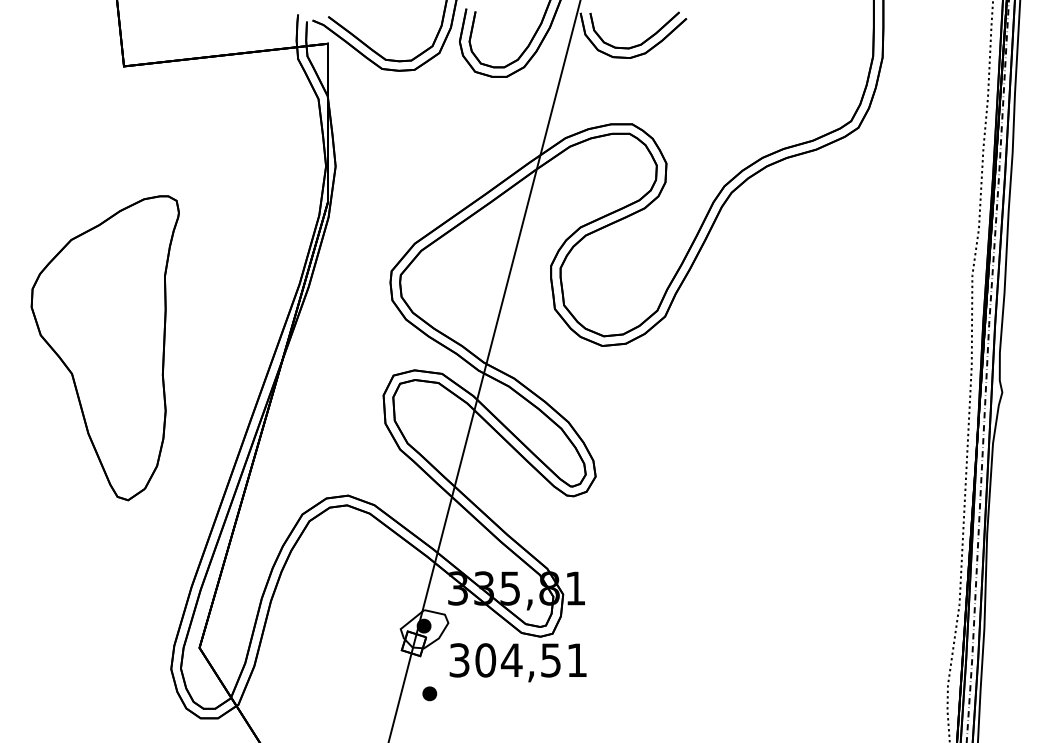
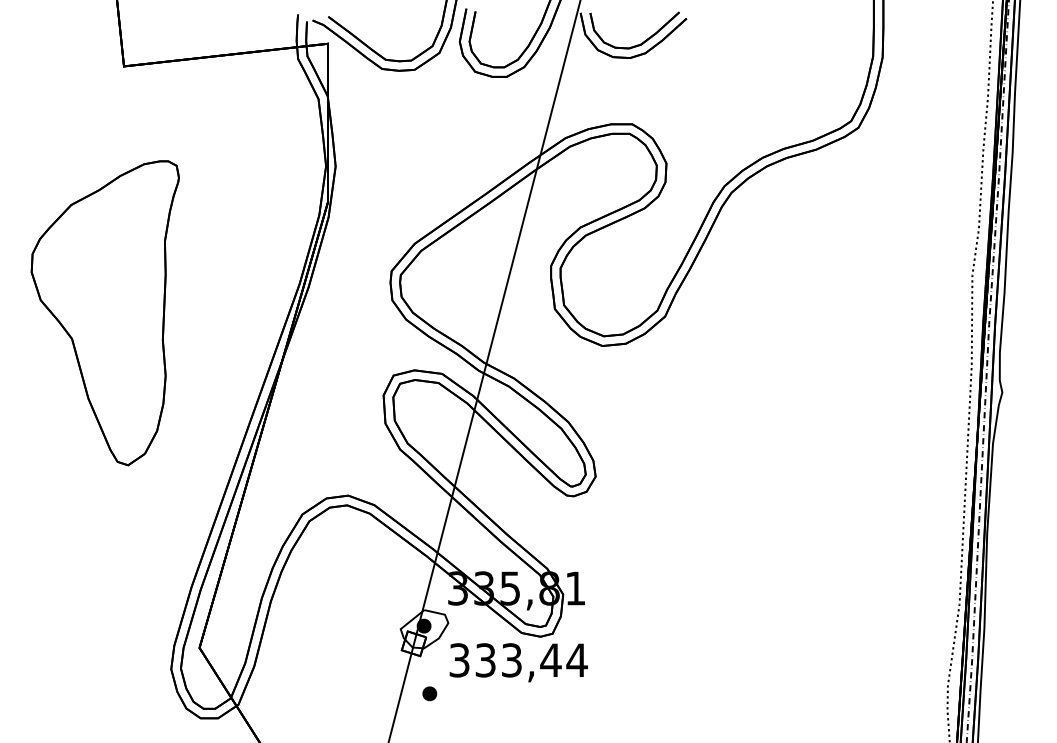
part at (104, 348) position: (104, 348) -> (104, 313)
text at (531, 660): 304,51 -> 333,44
